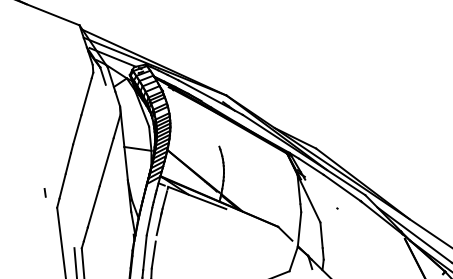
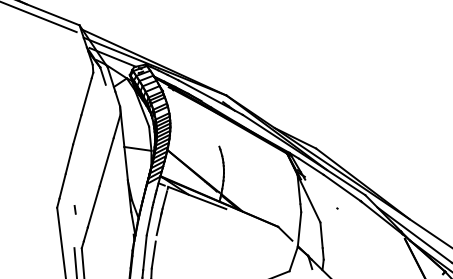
line at (39, 17): none -> present
line at (44, 192) position: (44, 192) -> (74, 209)
